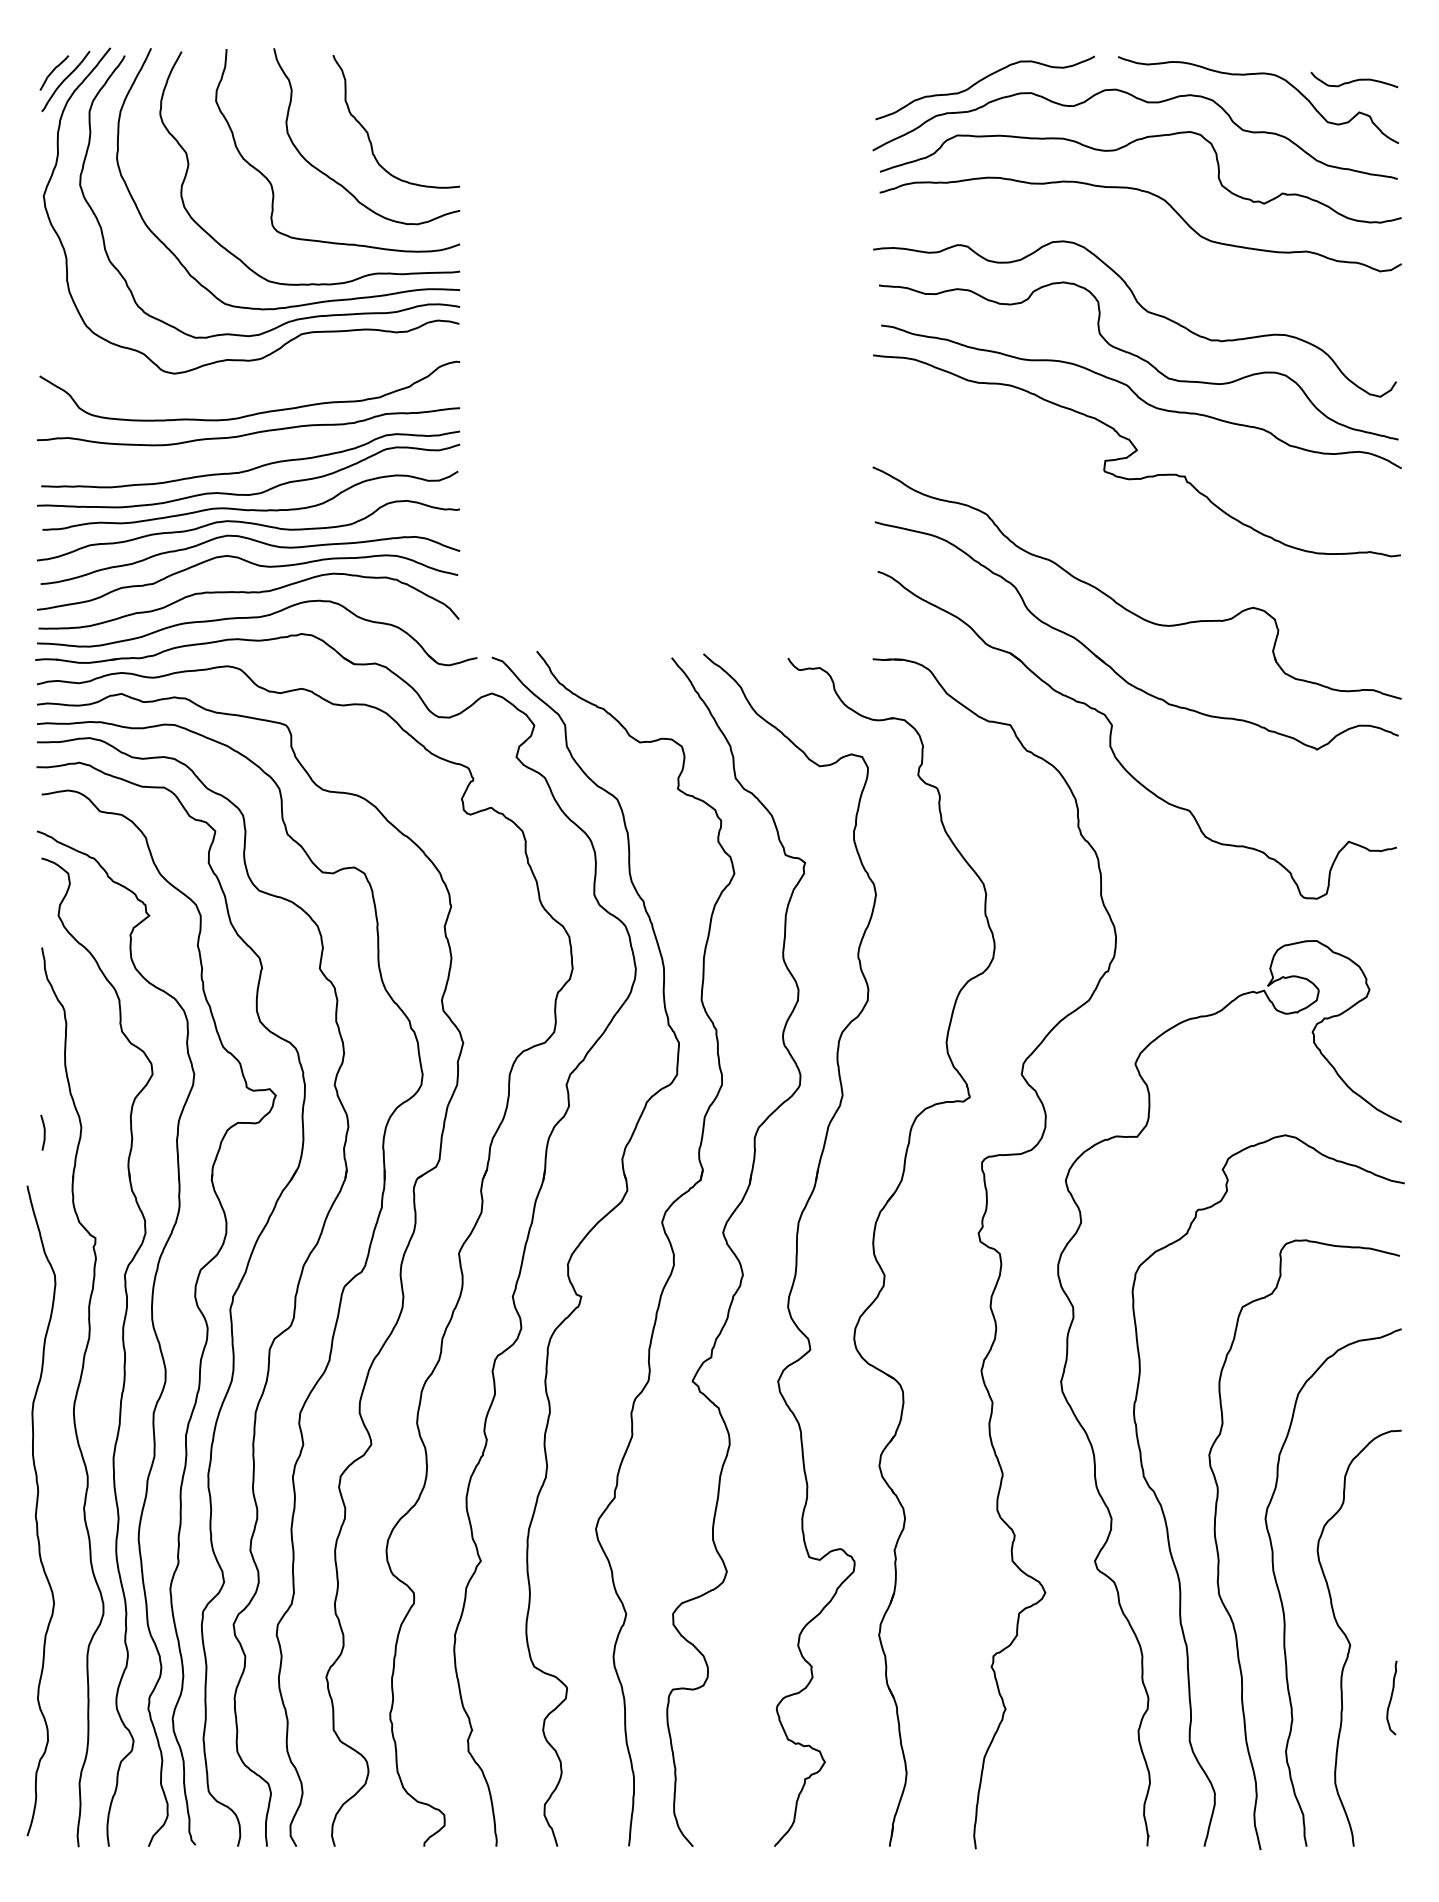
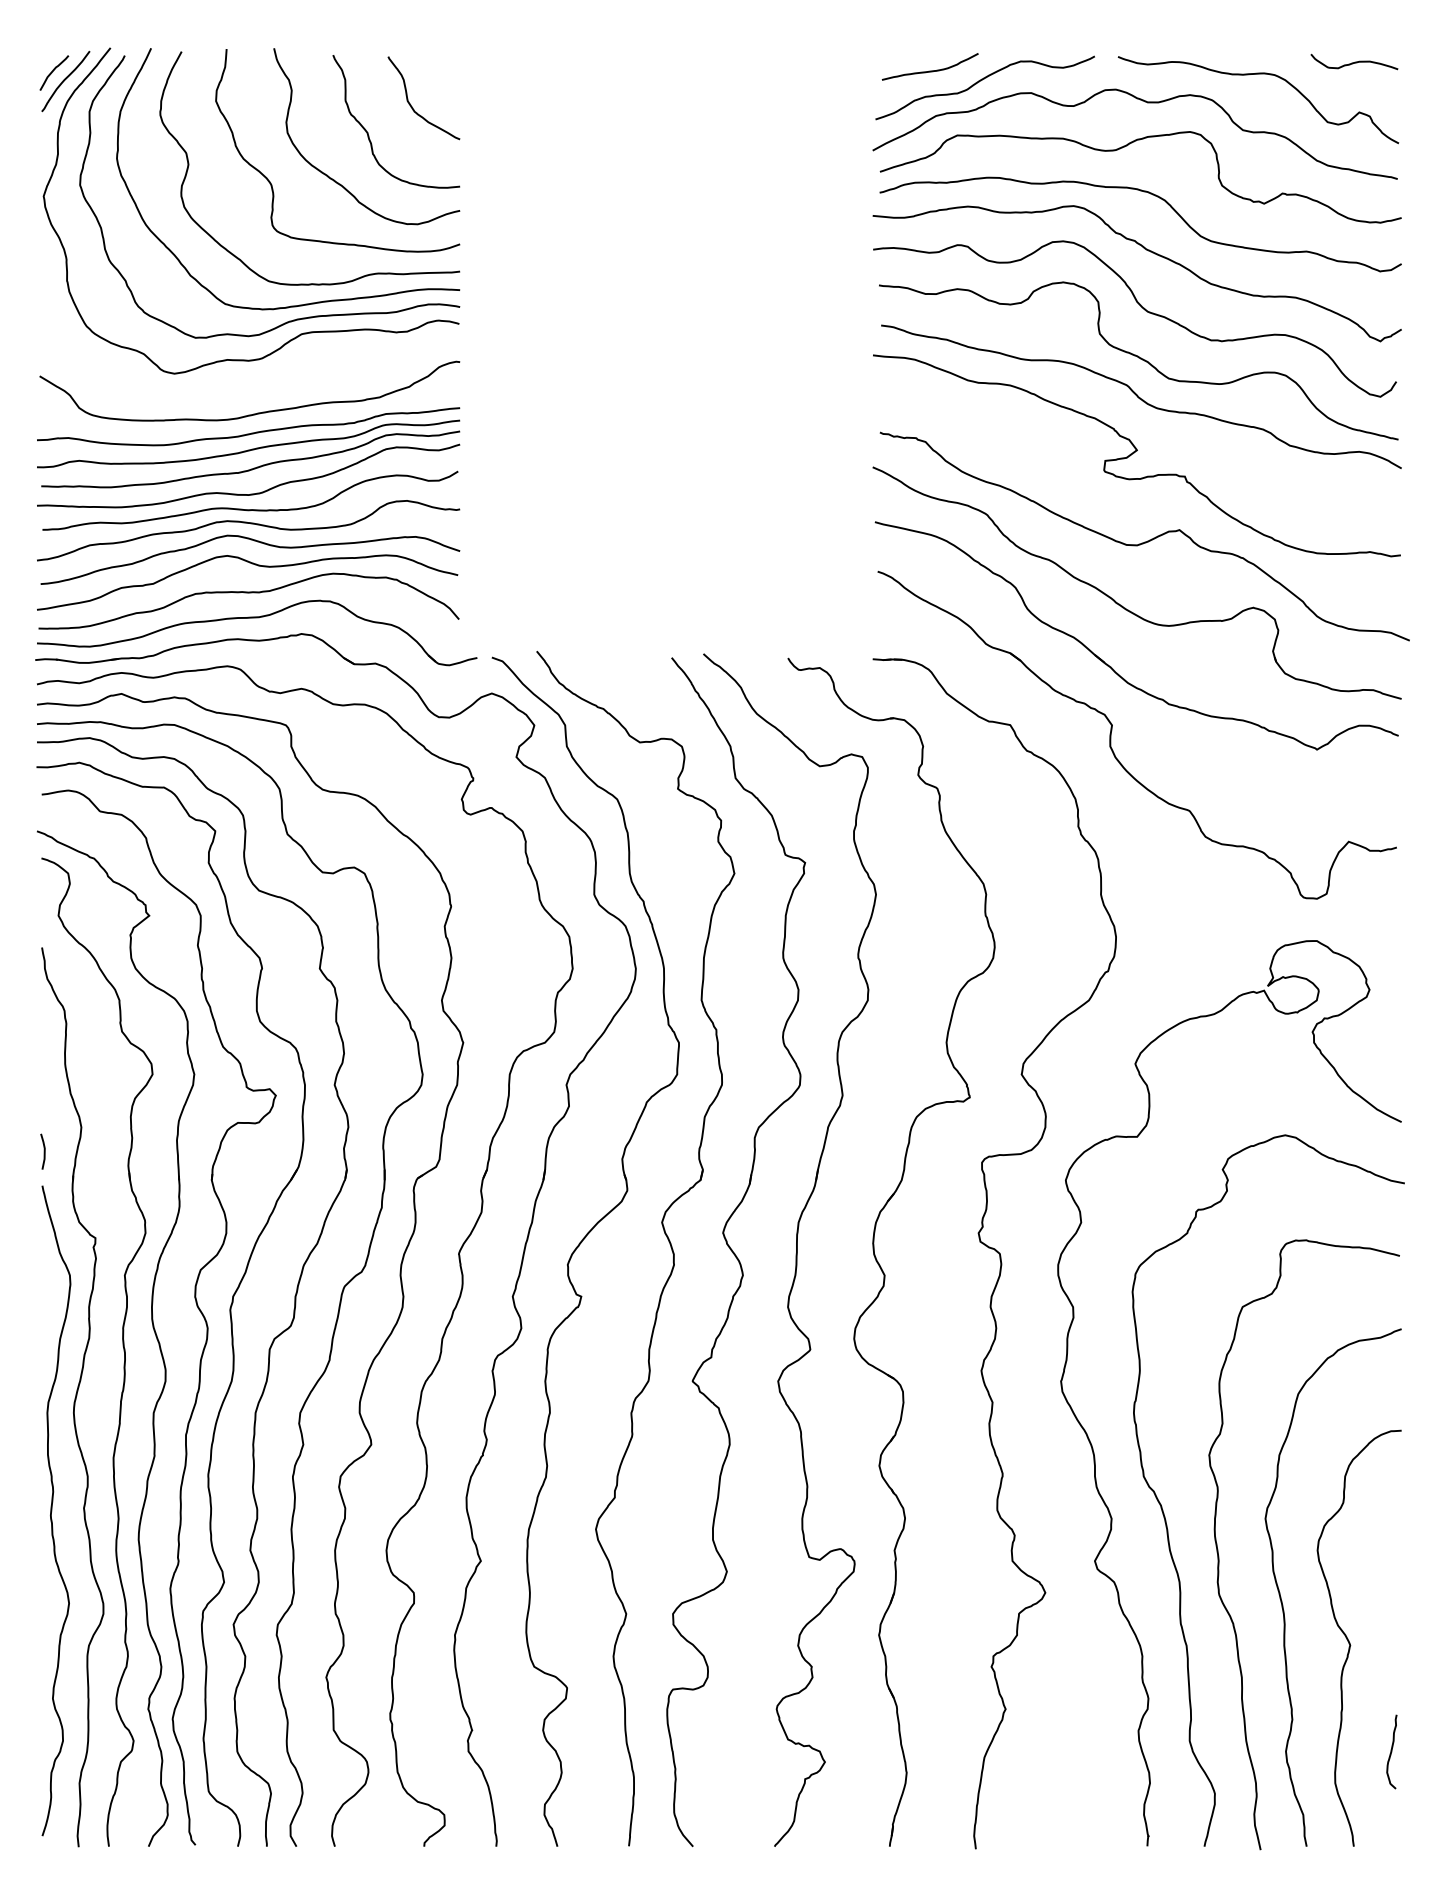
curve at (929, 70): none -> present
curve at (1355, 79) position: (1355, 79) -> (1355, 61)
curve at (411, 104): none -> present
curve at (1148, 251): none -> present
curve at (248, 449): none -> present
curve at (1147, 540): none -> present
line at (43, 1132) position: (43, 1132) -> (43, 1151)
curve at (37, 1510) position: (37, 1510) -> (52, 1510)
curve at (1391, 1697) position: (1391, 1697) -> (1391, 1751)
